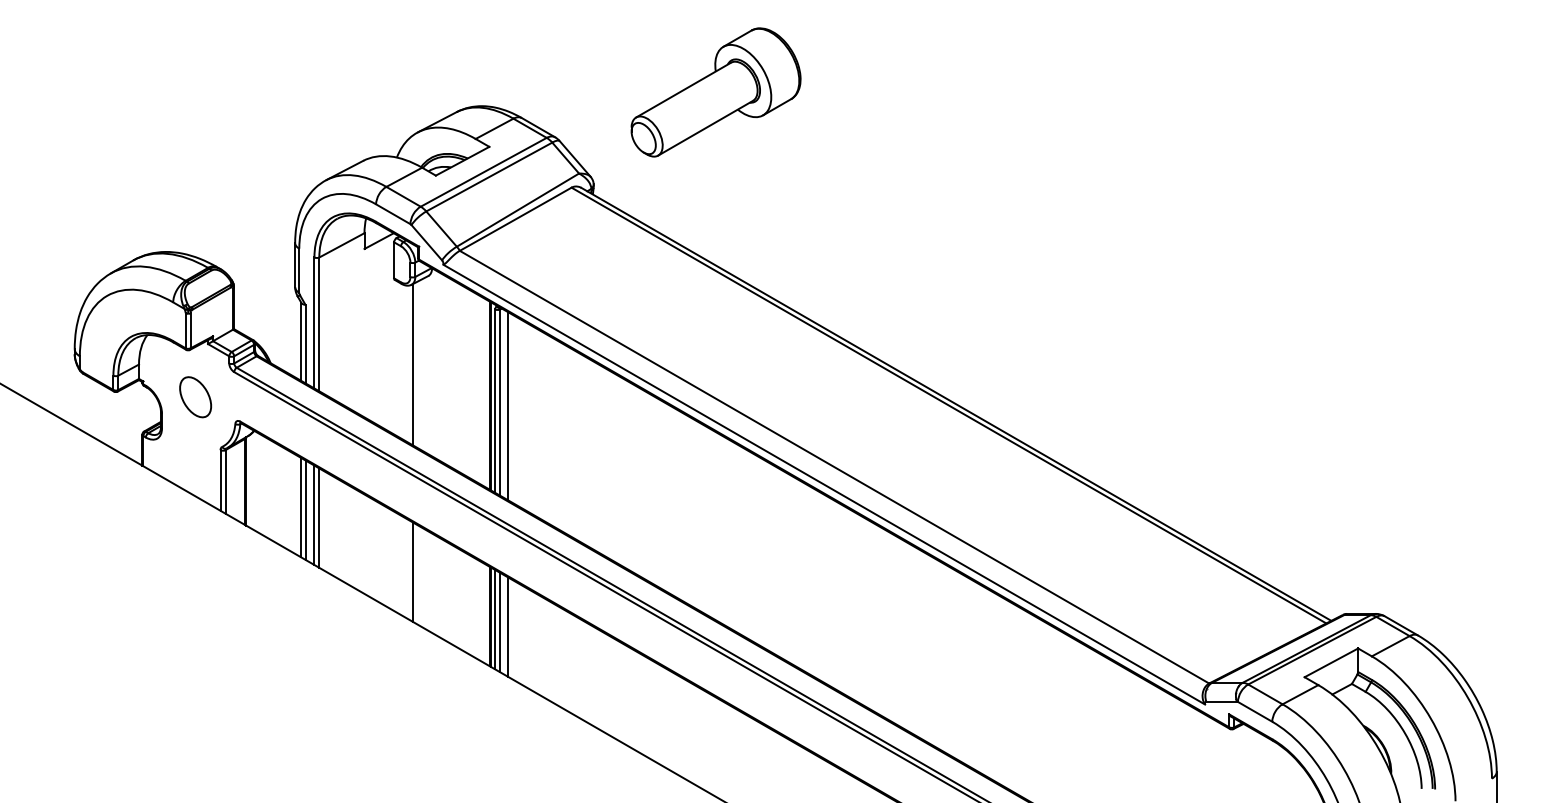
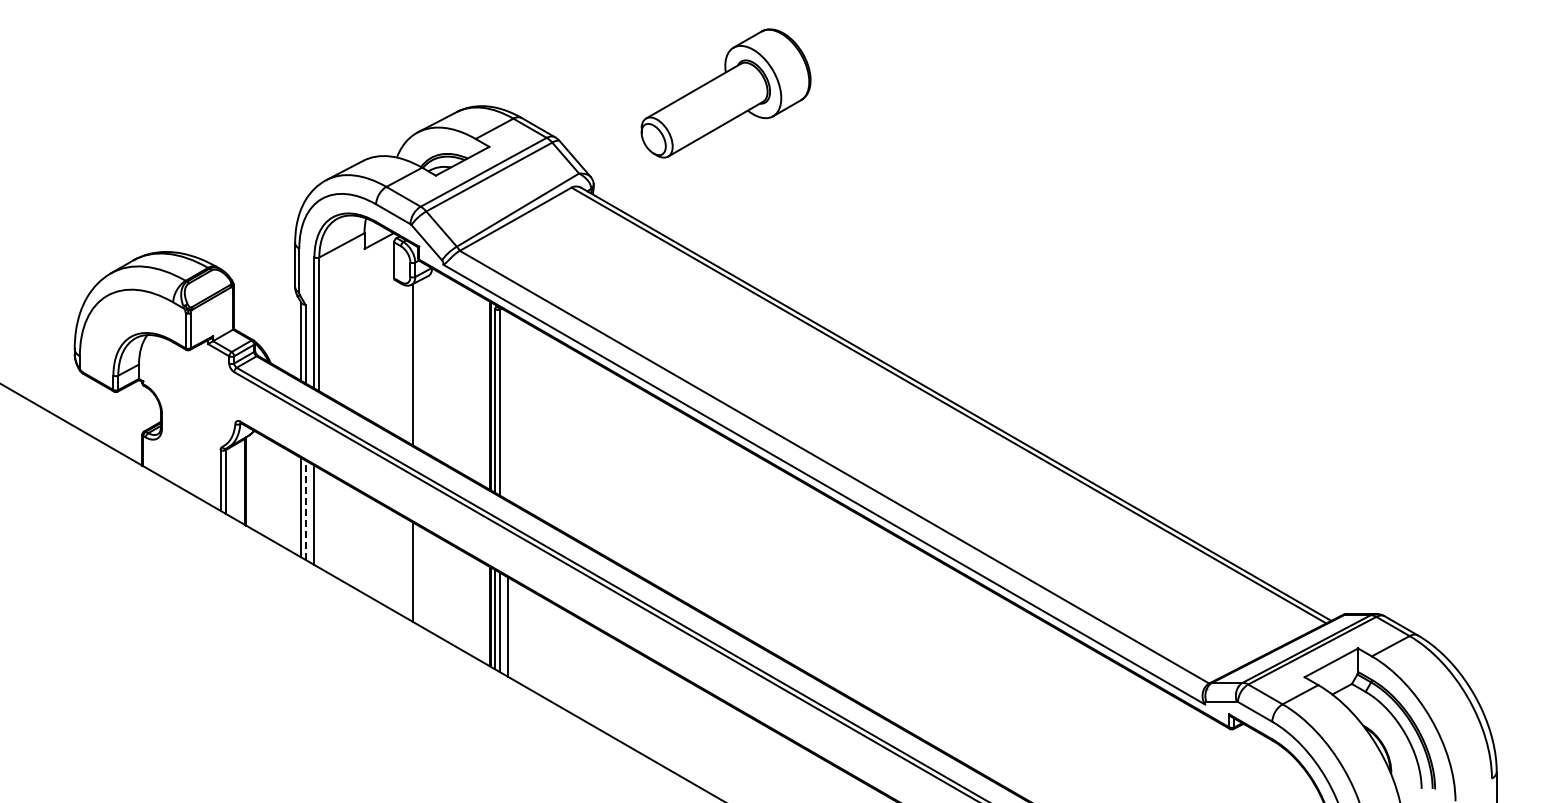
part at (715, 92) position: (715, 92) -> (725, 93)
part at (195, 397): present -> none
line at (508, 406): present -> none
line at (305, 510): solid -> dashed
line at (319, 517): present -> none
